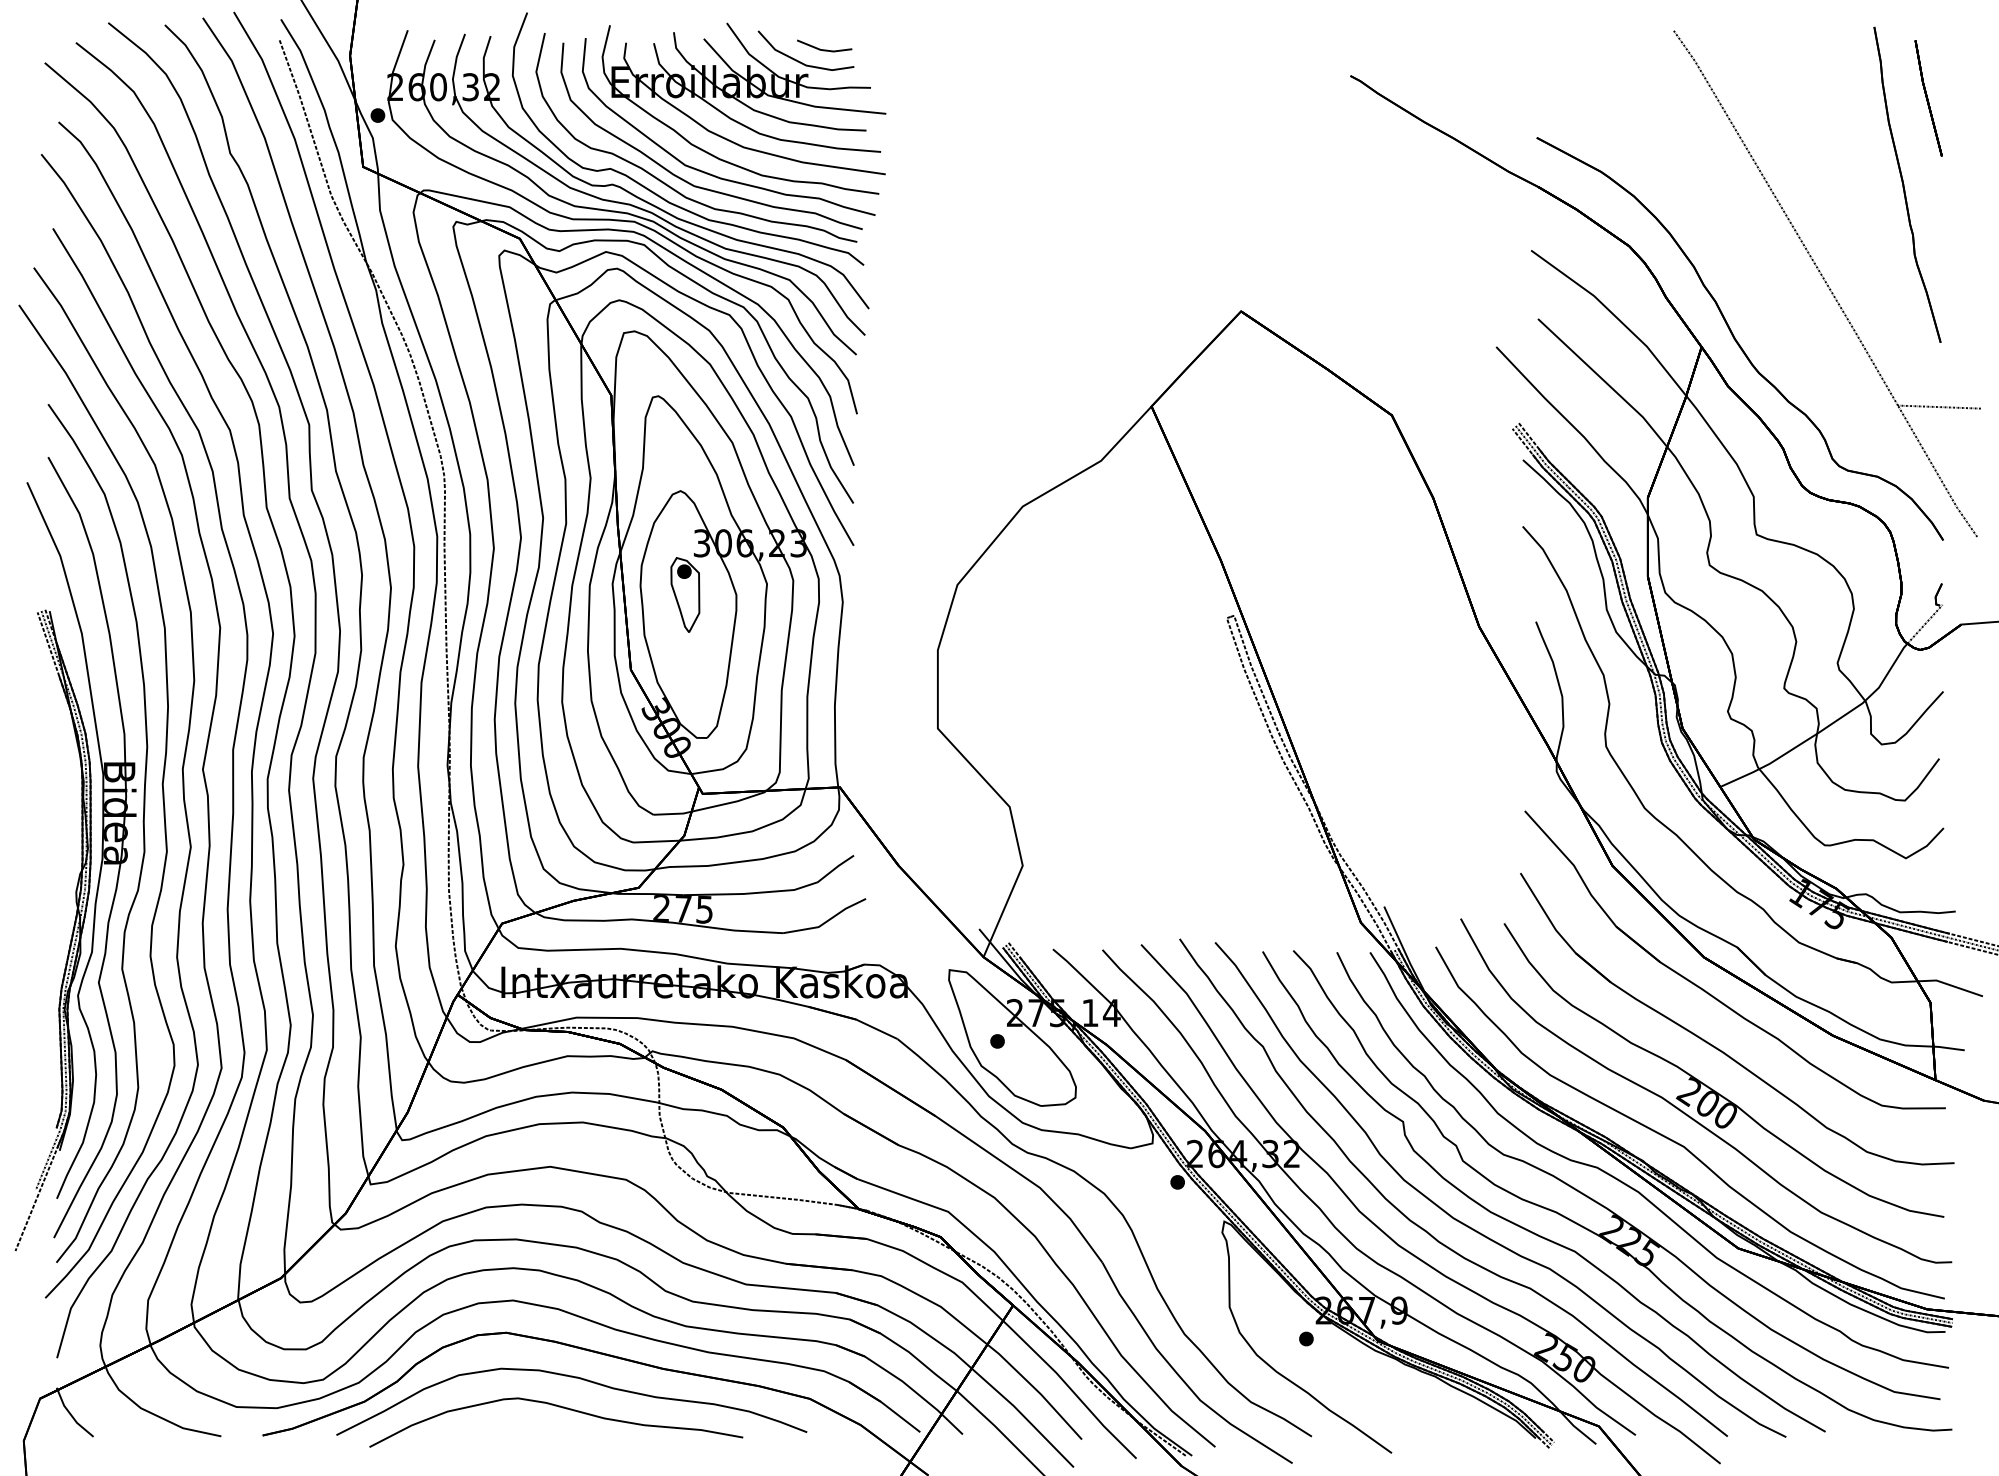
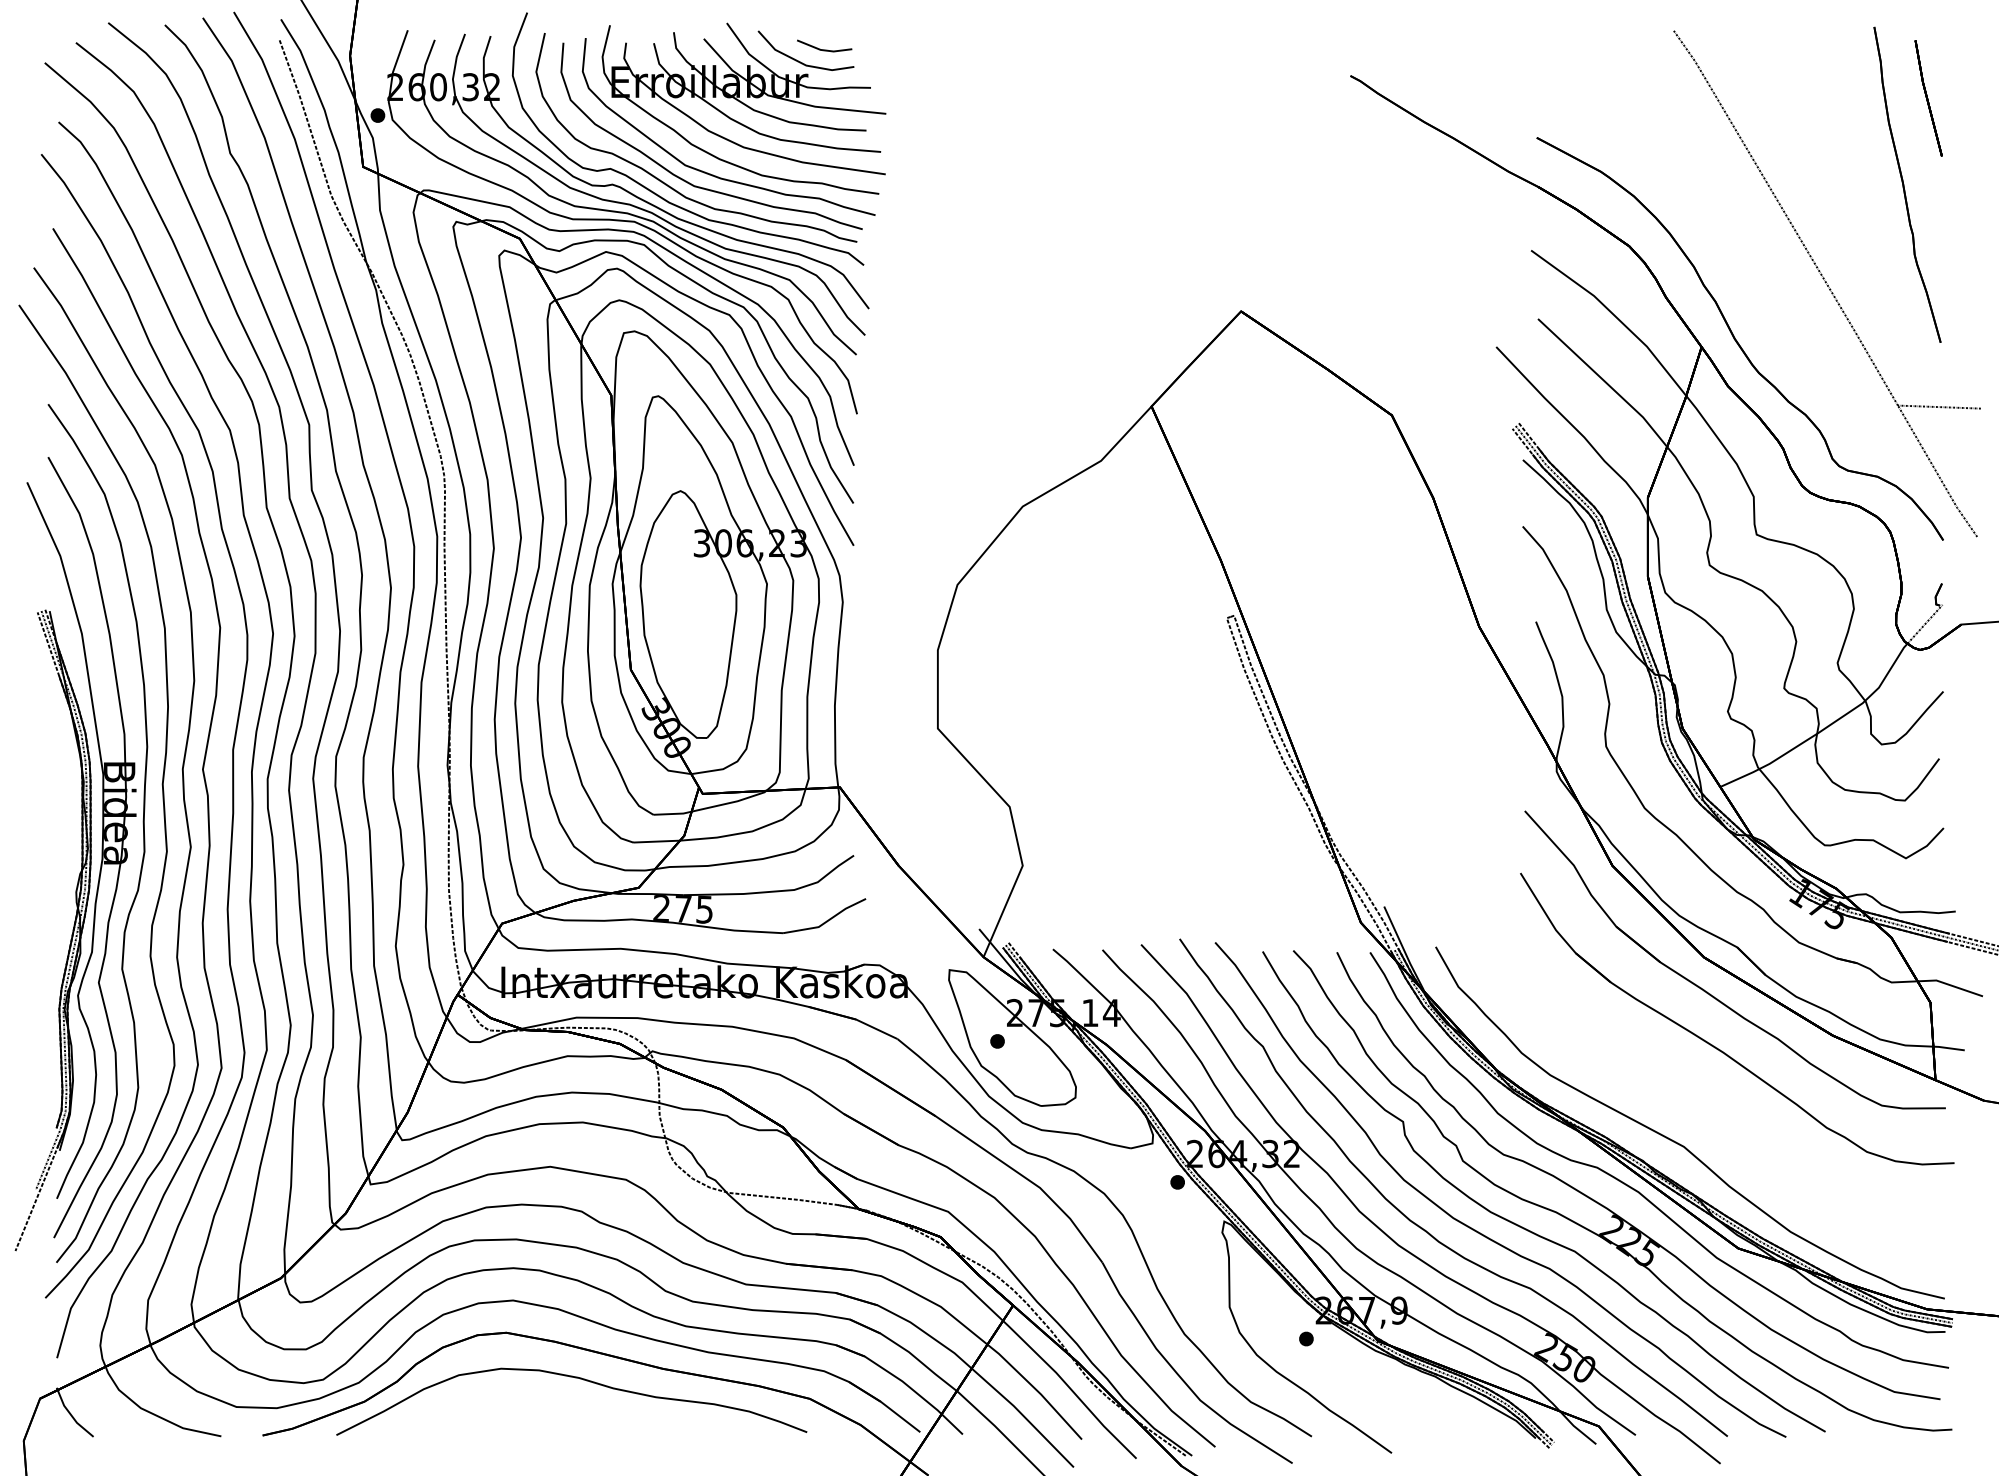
part at (685, 594): present -> none
part at (1706, 1090): present -> none
curve at (558, 1407): present -> none
